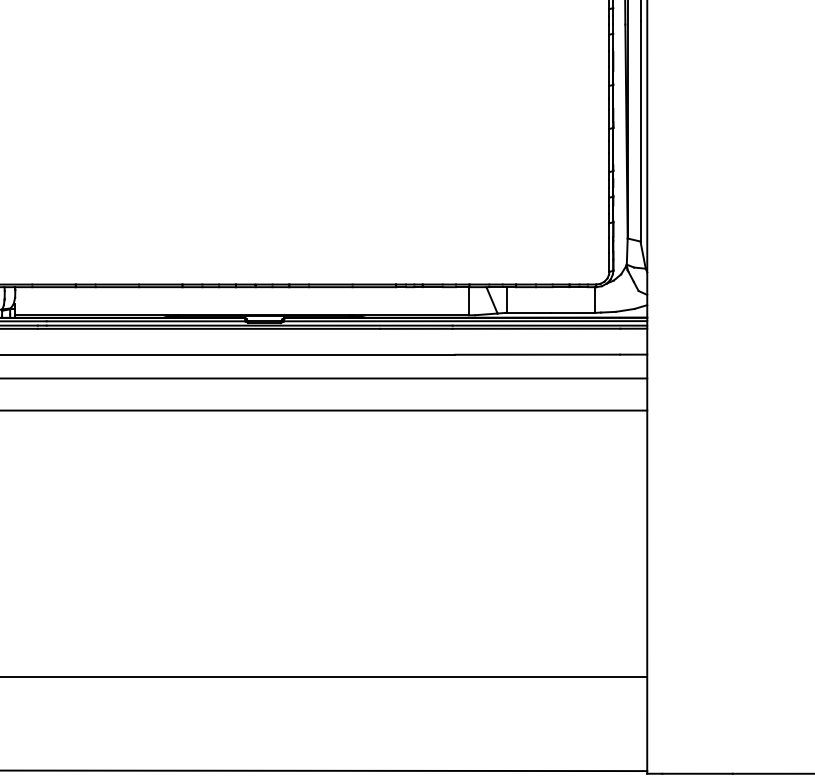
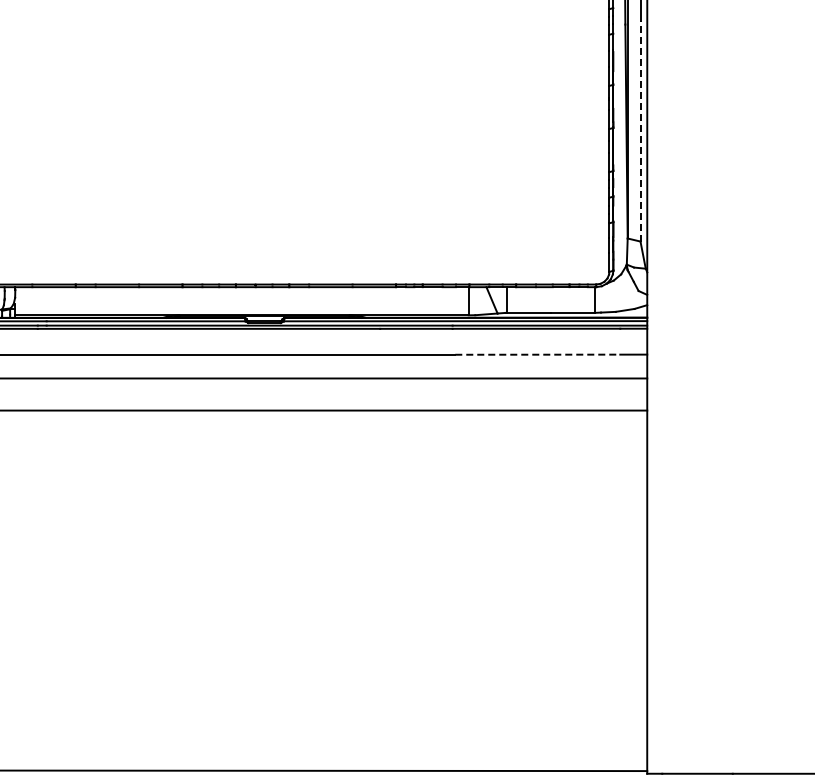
line at (640, 130): solid -> dashed
line at (537, 354): solid -> dashed
line at (324, 676): present -> none
